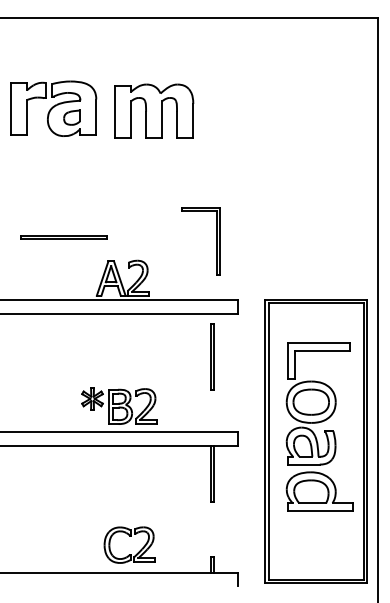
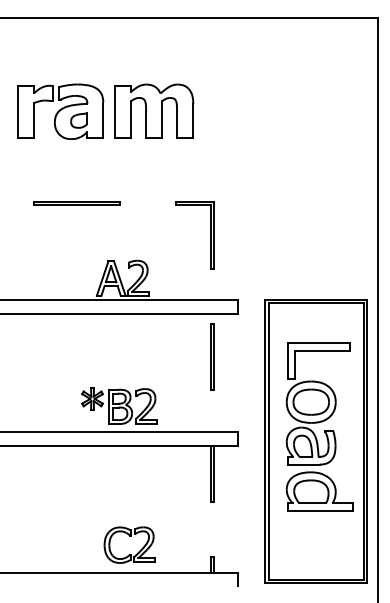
part at (53, 108) position: (53, 108) -> (60, 111)
line at (63, 236) position: (63, 236) -> (76, 202)
part at (216, 241) position: (216, 241) -> (210, 235)
